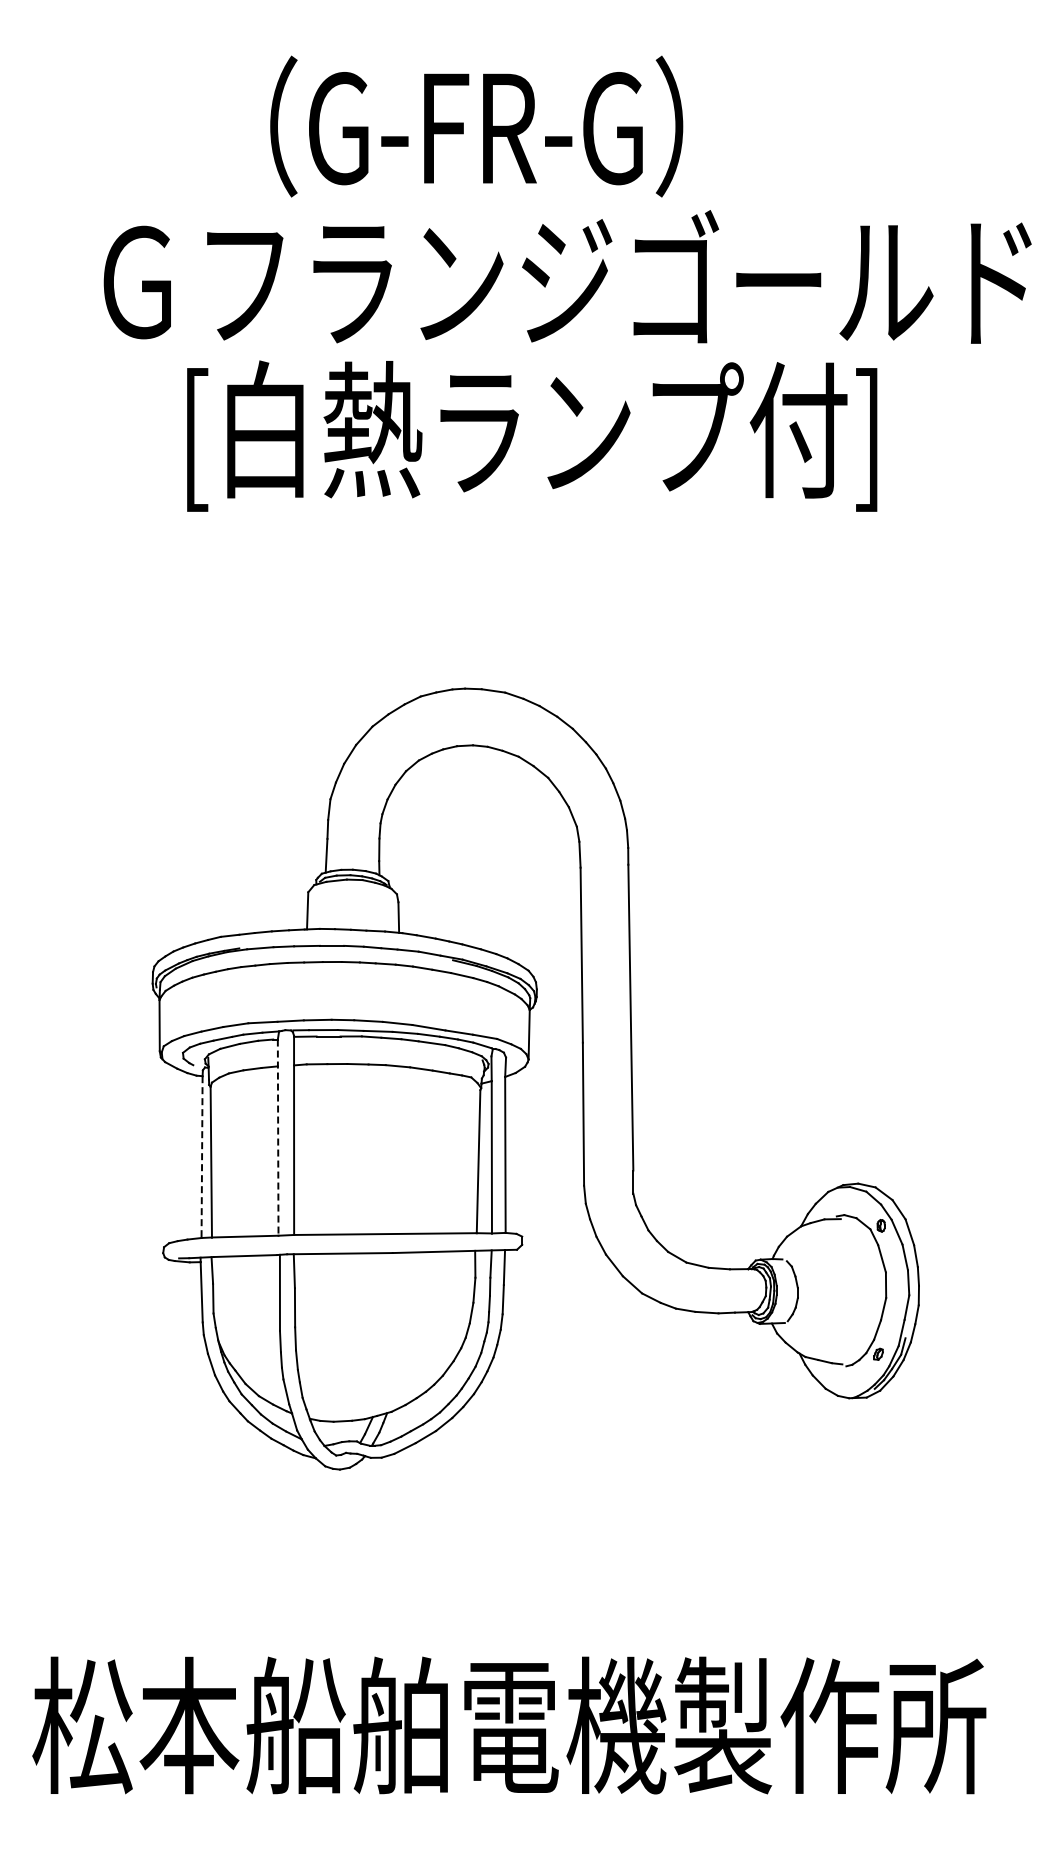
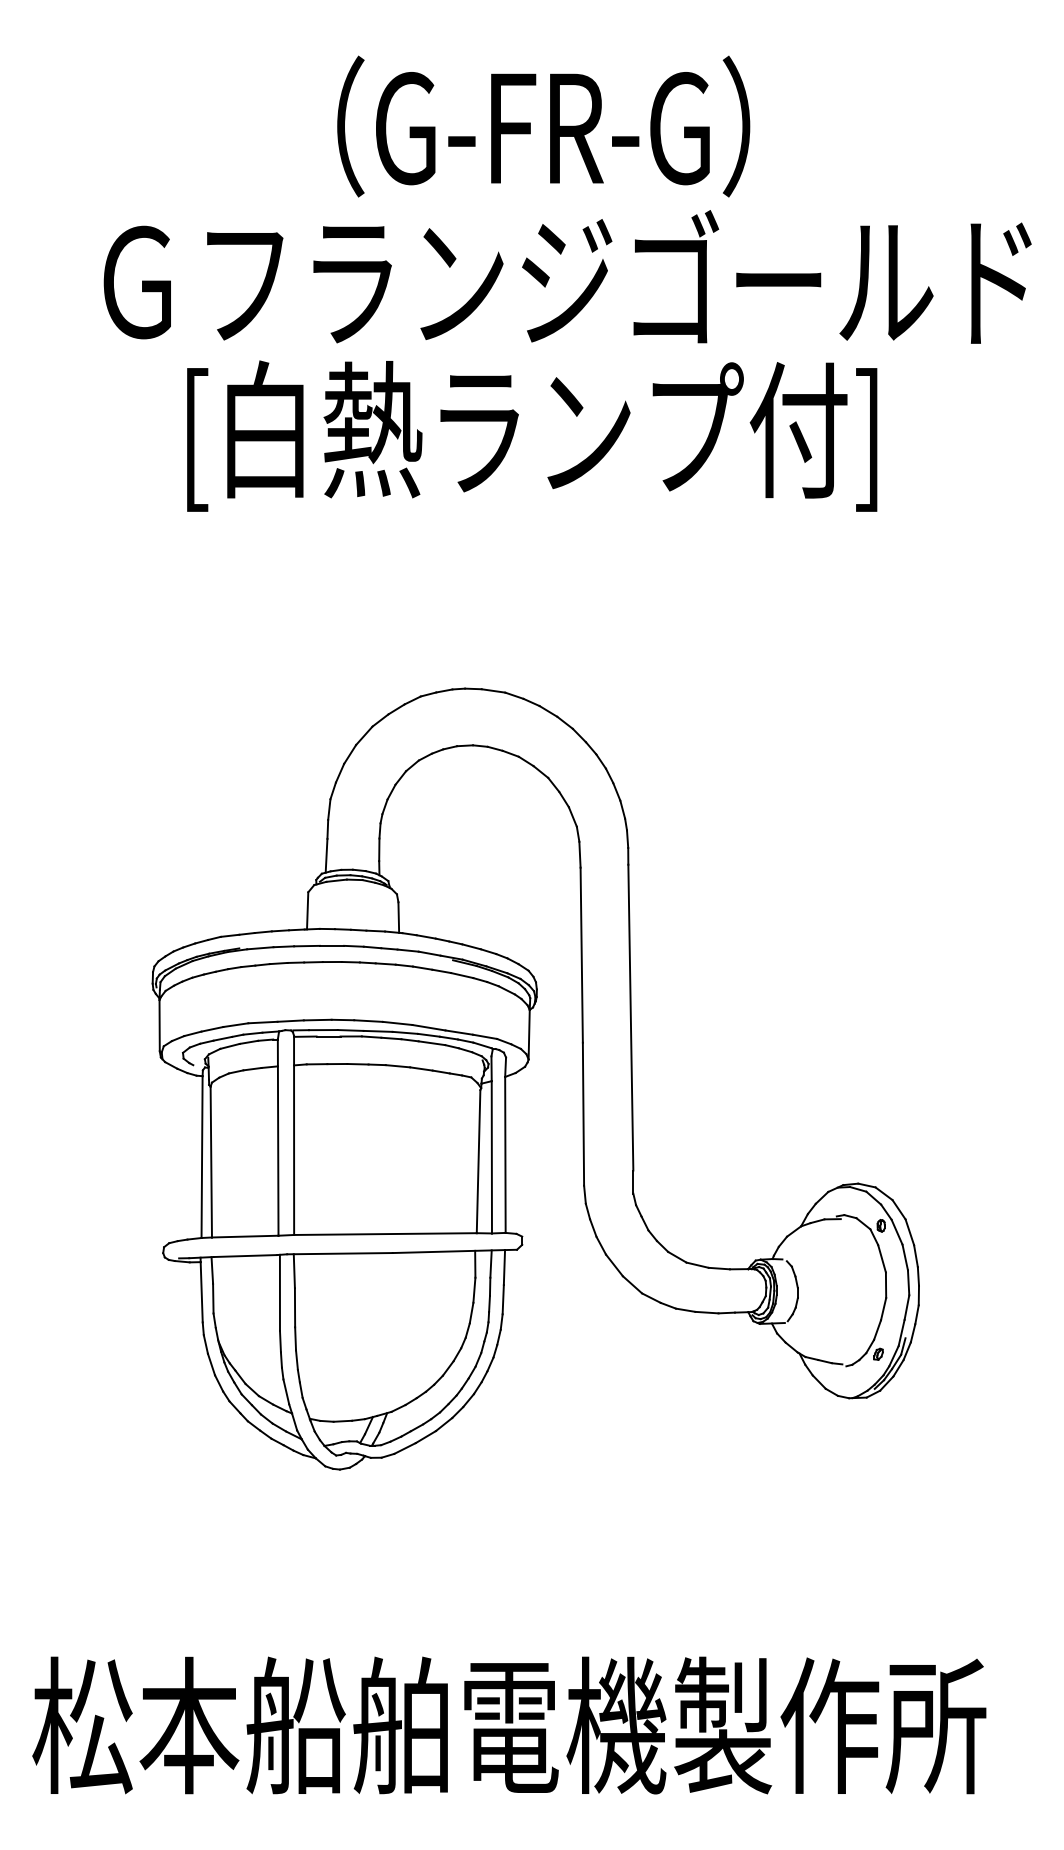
text at (476, 126) position: (476, 126) -> (543, 126)
line at (278, 1138): dashed -> solid
line at (202, 1157): dashed -> solid
